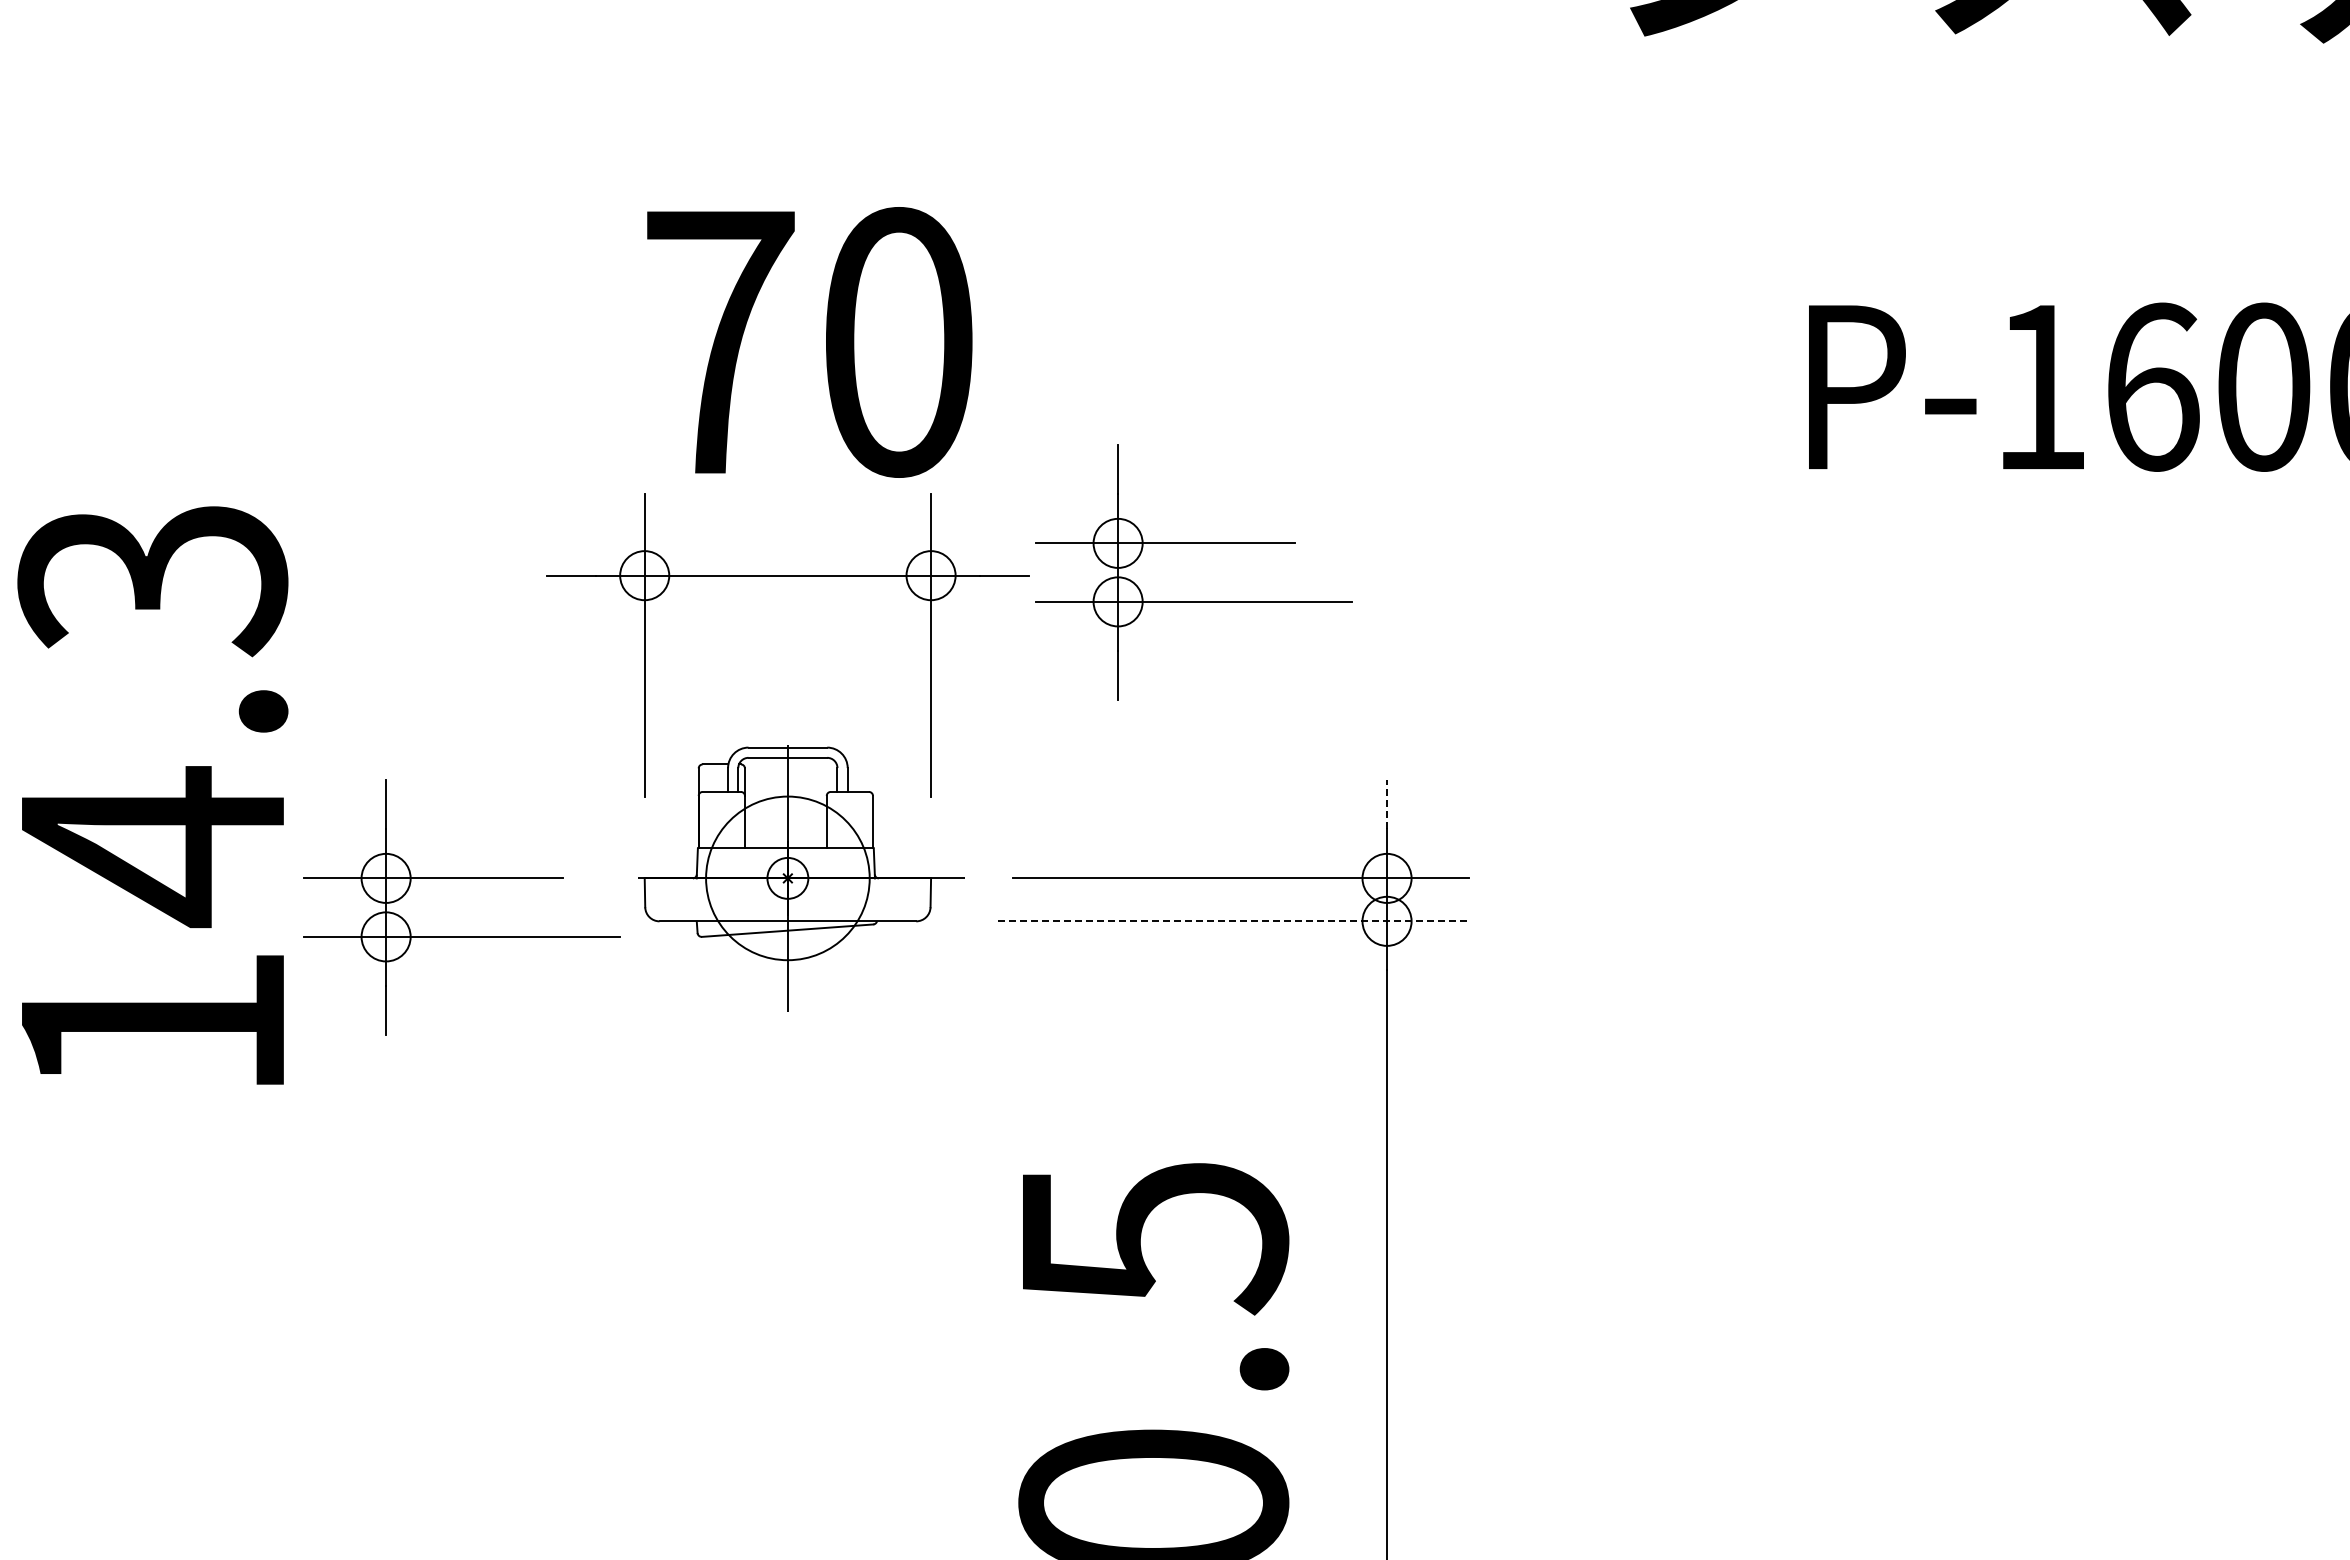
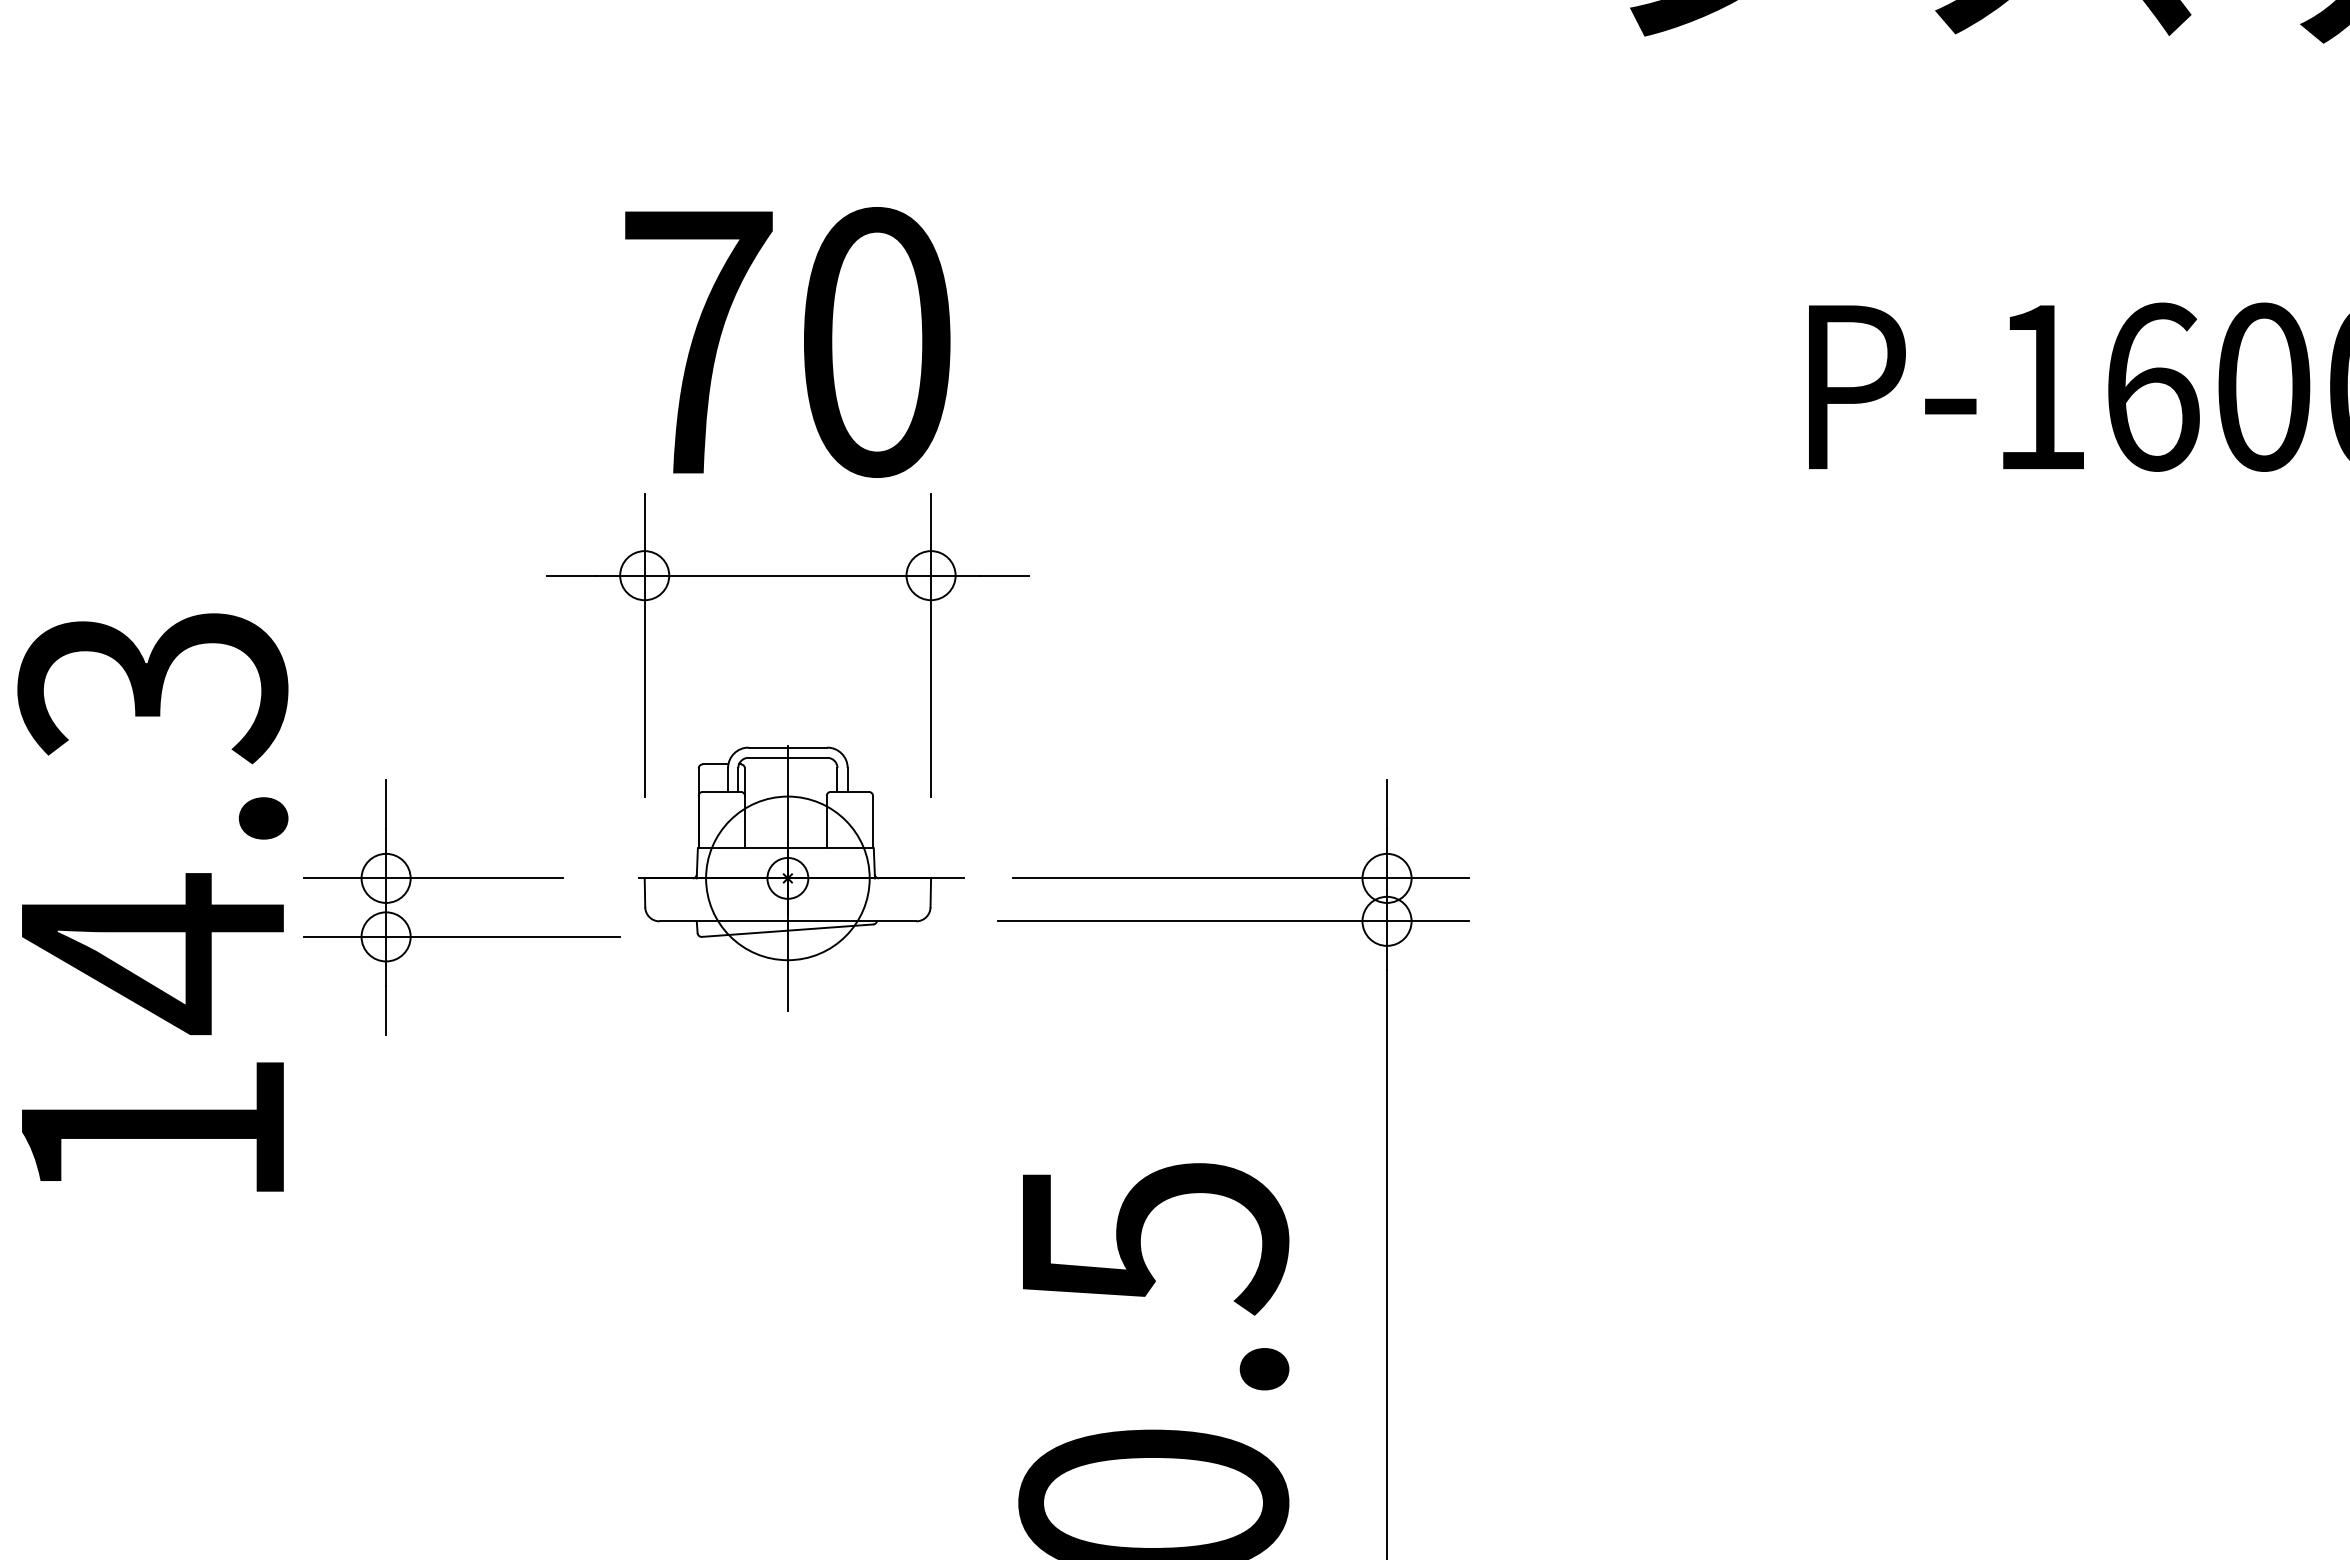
text at (809, 342) position: (809, 342) -> (787, 342)
part at (1193, 543): present -> none
text at (152, 795) position: (152, 795) -> (152, 902)
line at (1387, 804): dashed -> solid
line at (1233, 921): dashed -> solid
